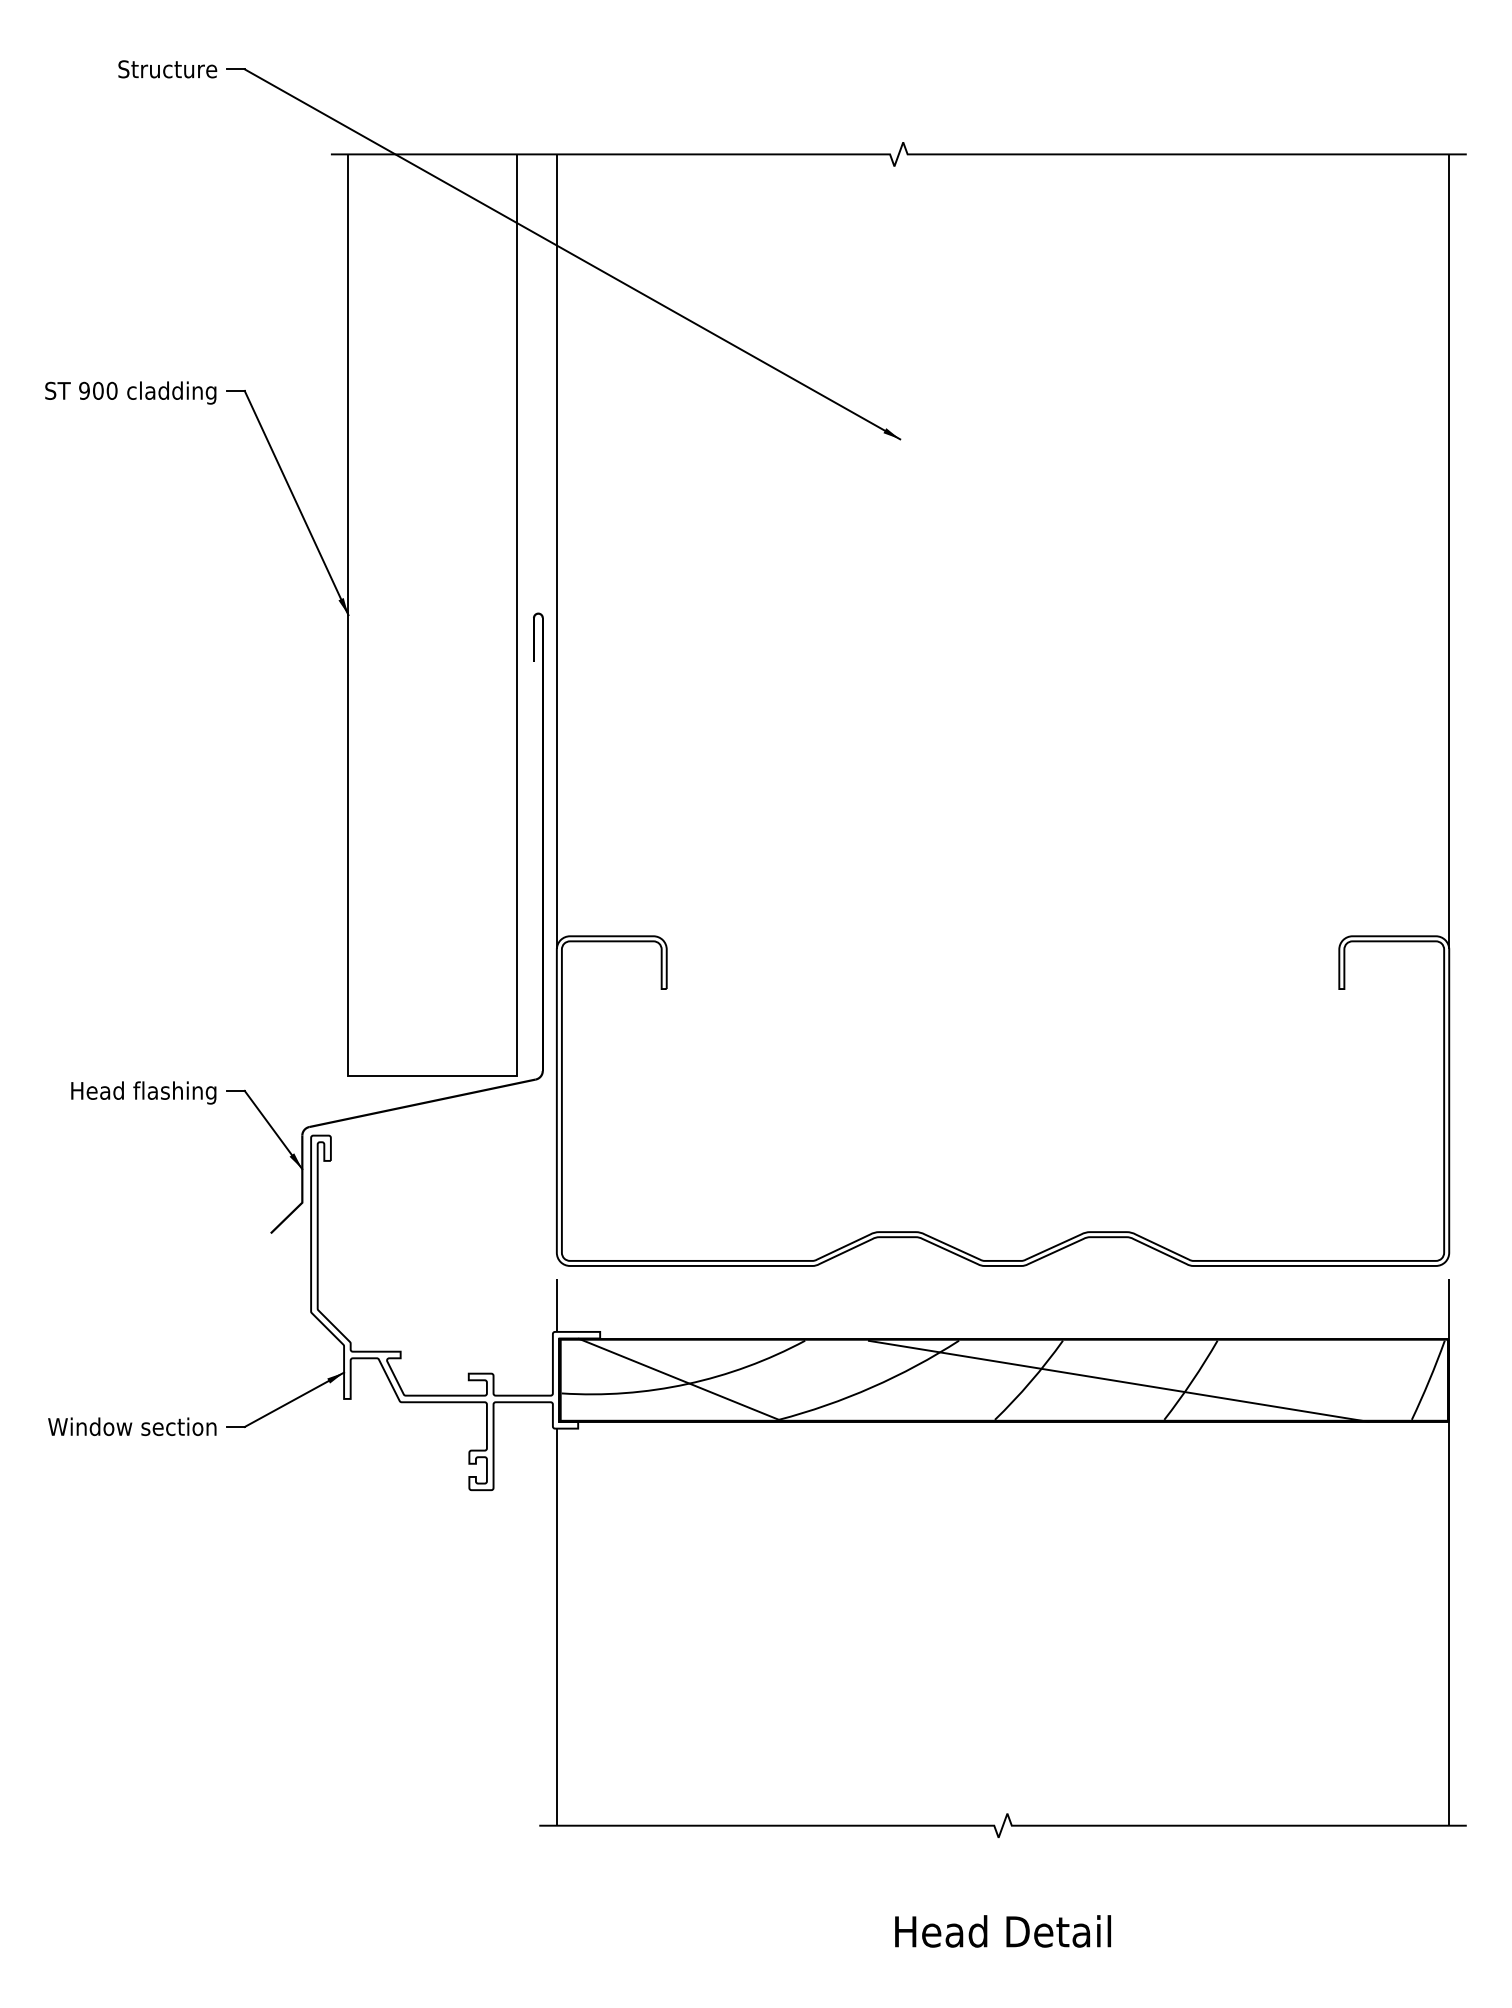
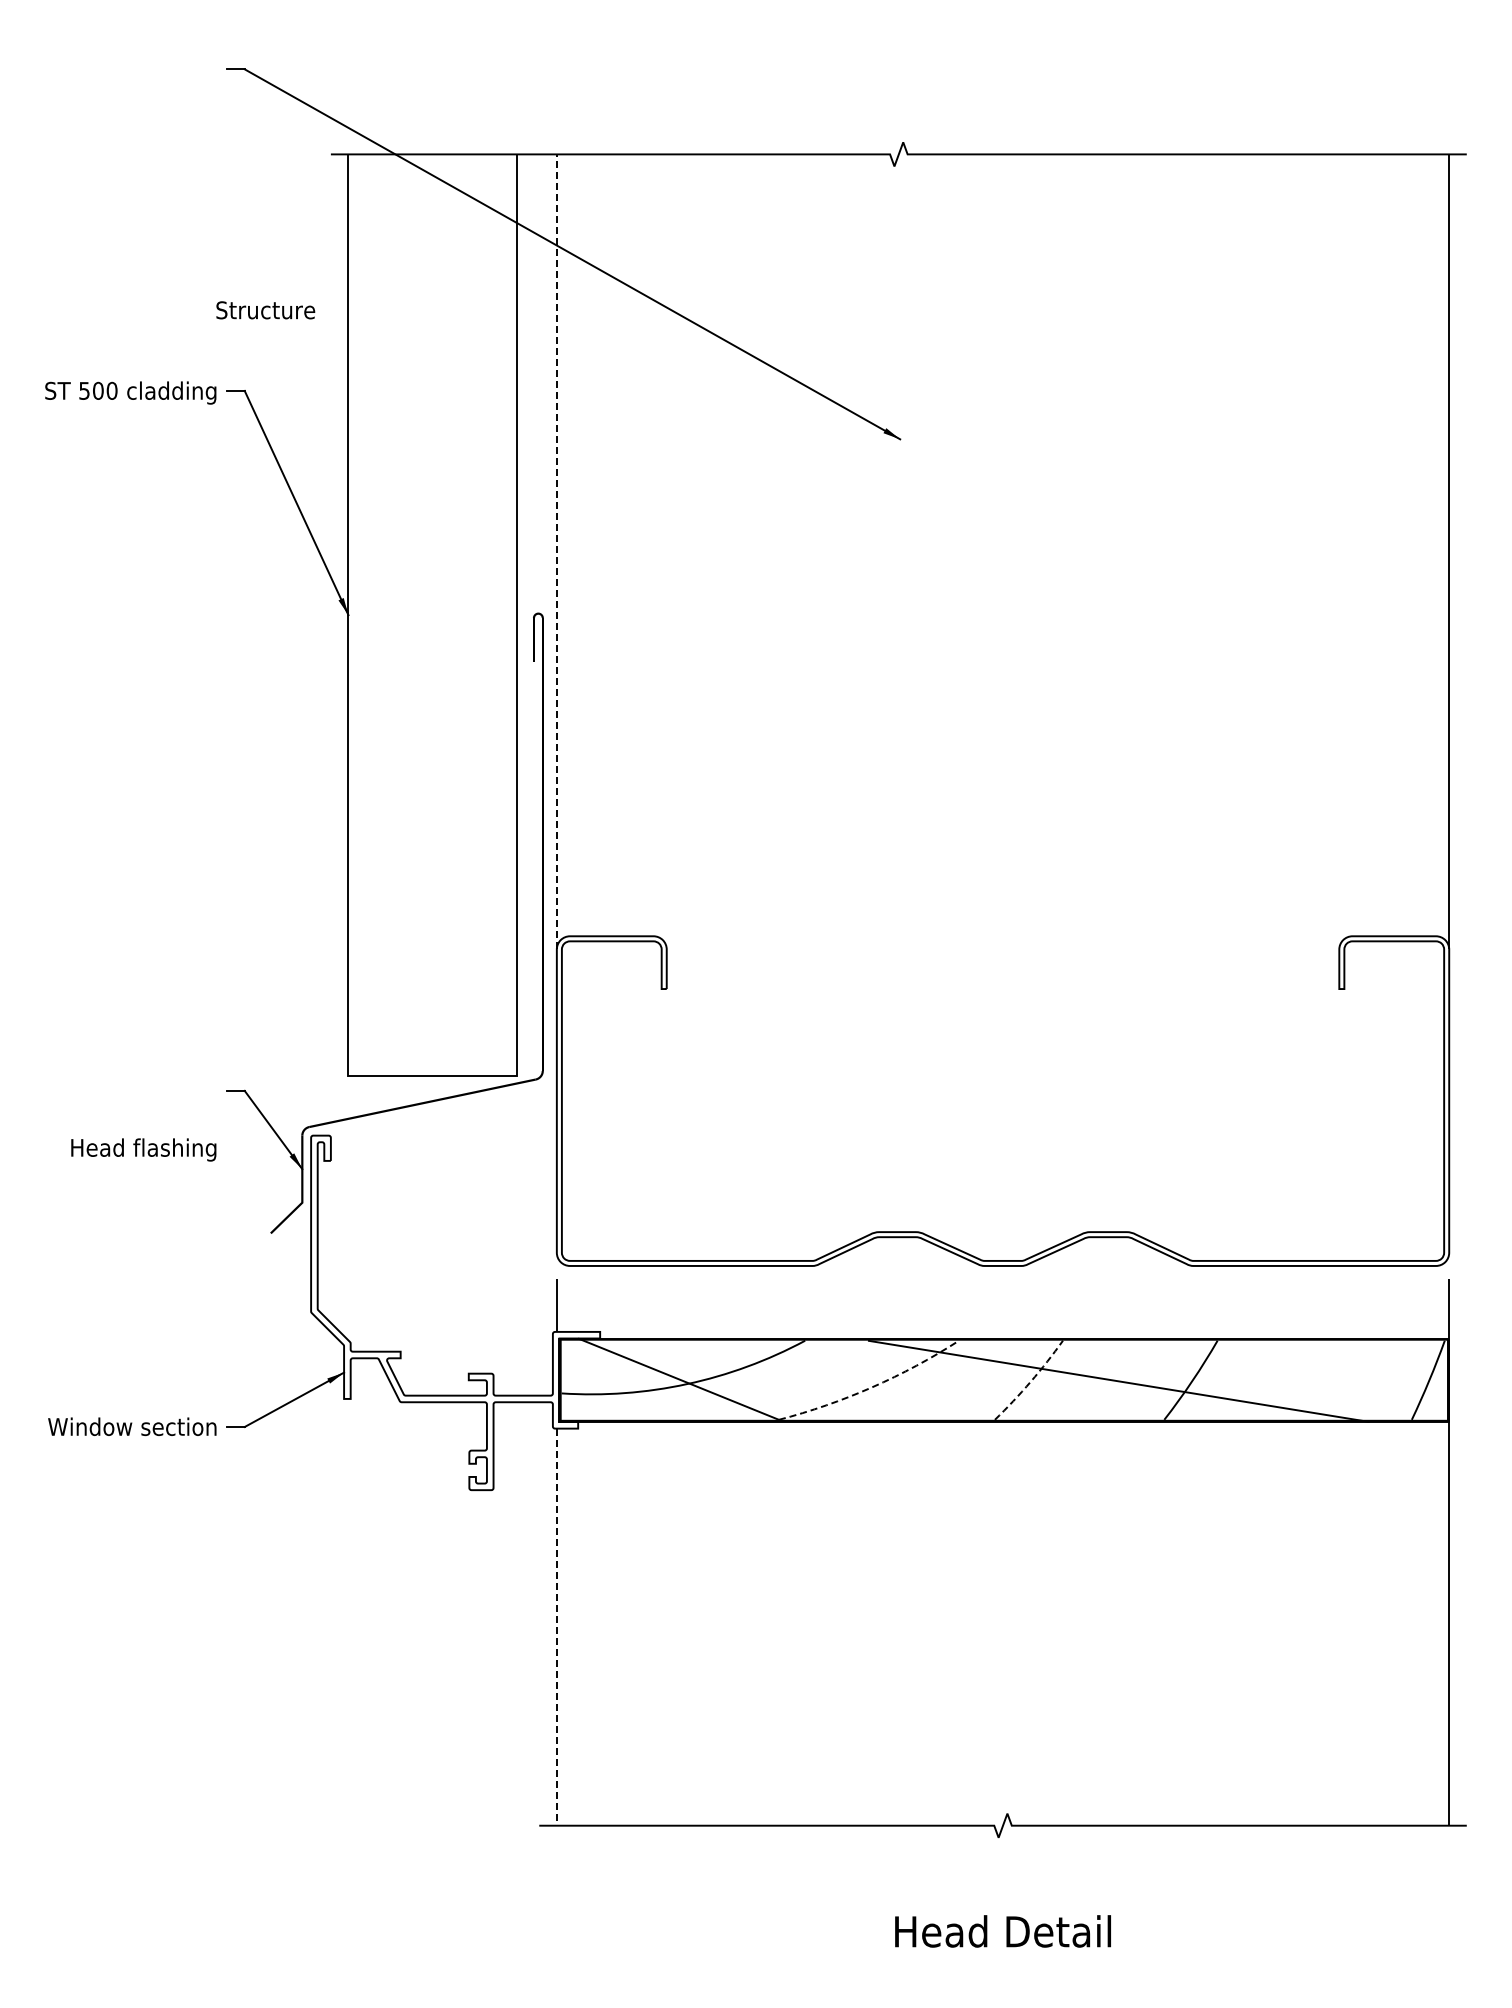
text at (167, 69) position: (167, 69) -> (265, 310)
text at (84, 390): 900 -> 500
line at (556, 551): solid -> dashed
text at (143, 1092) position: (143, 1092) -> (143, 1149)
arc at (1030, 1381): solid -> dashed
arc at (872, 1387): solid -> dashed
line at (556, 1627): solid -> dashed
